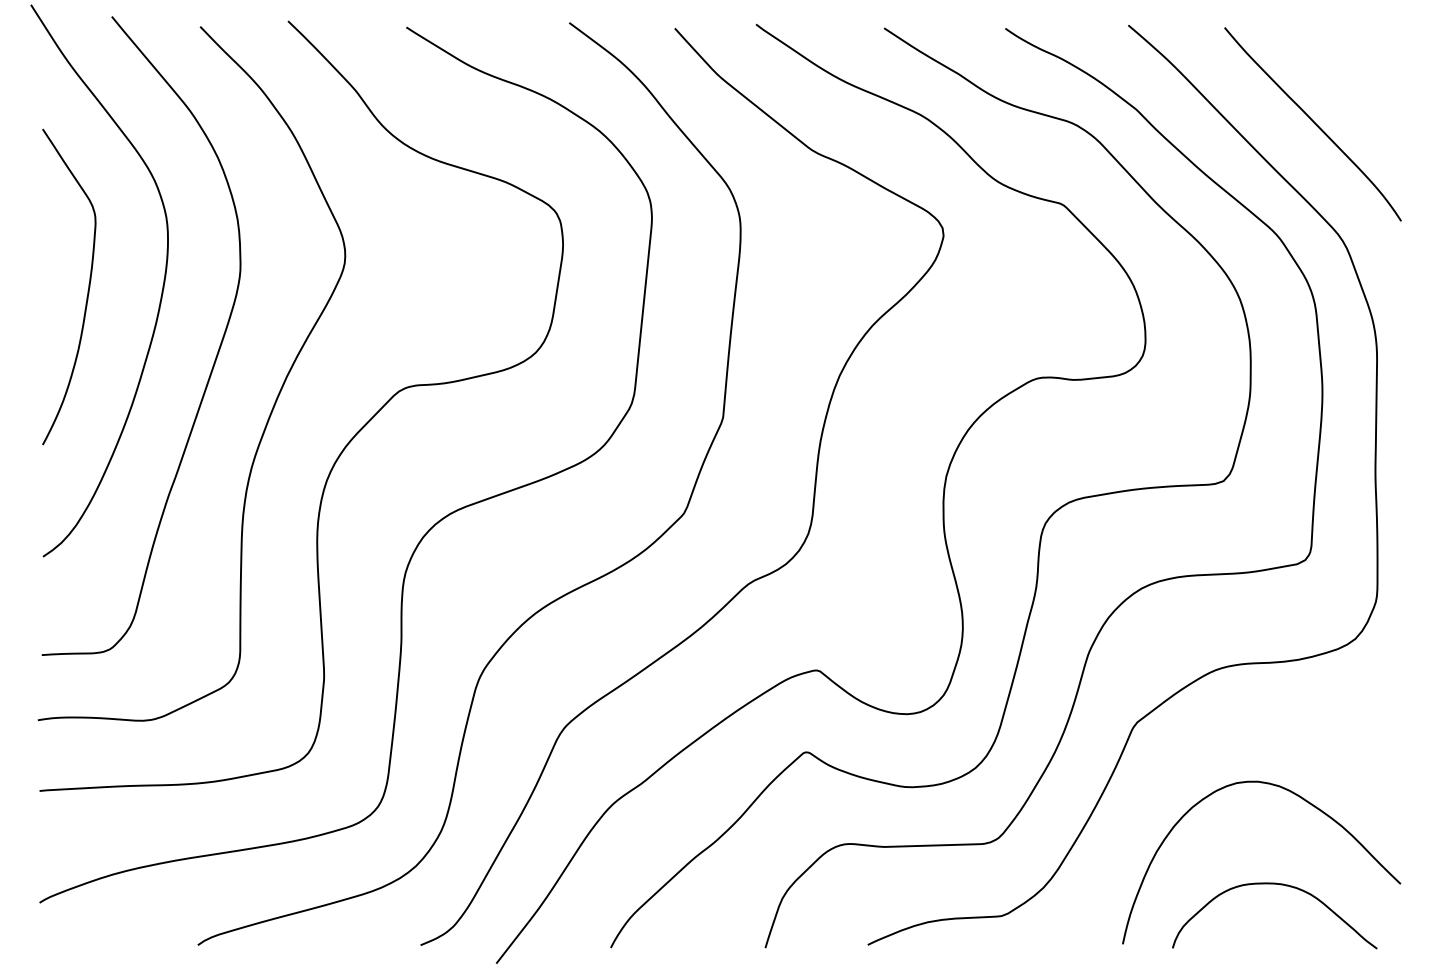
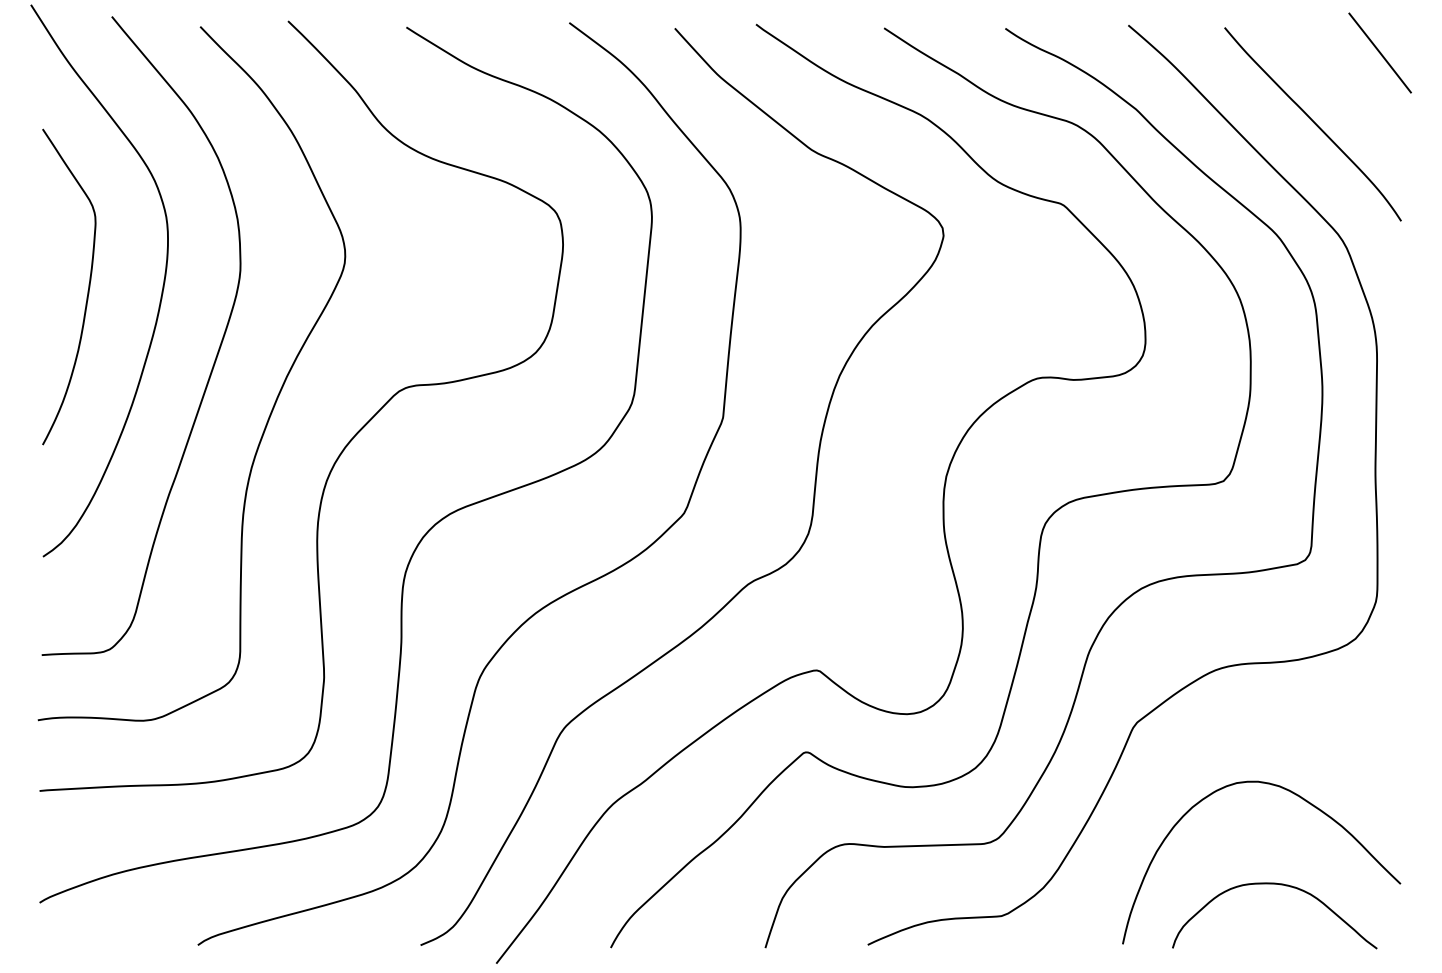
line at (1379, 52): none -> present
